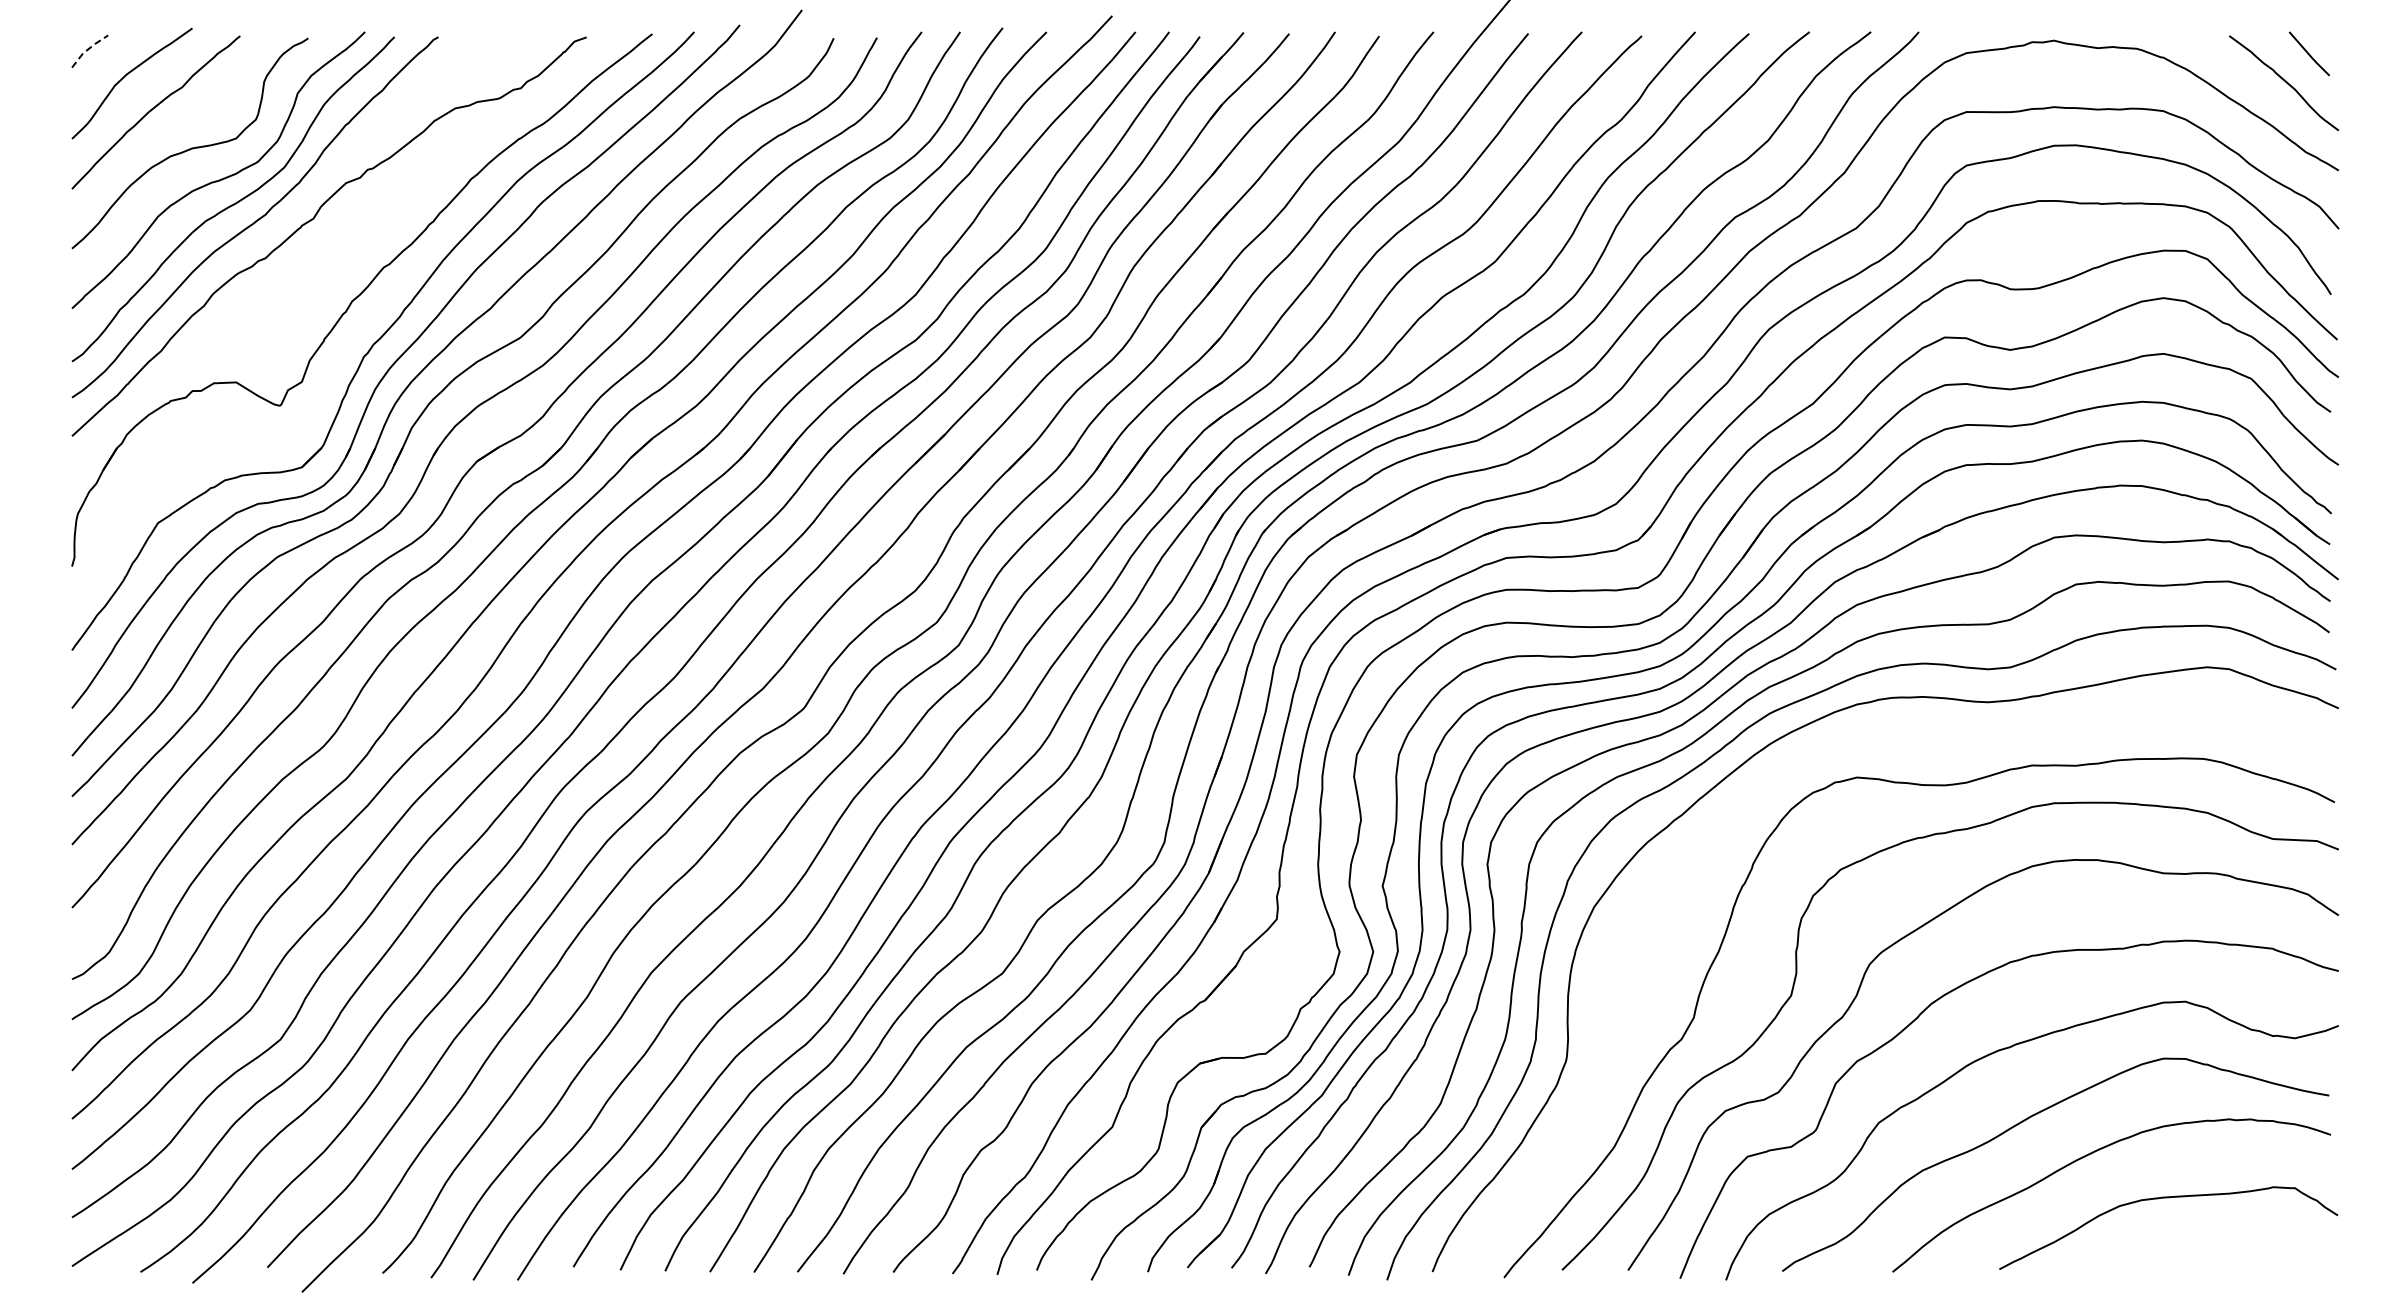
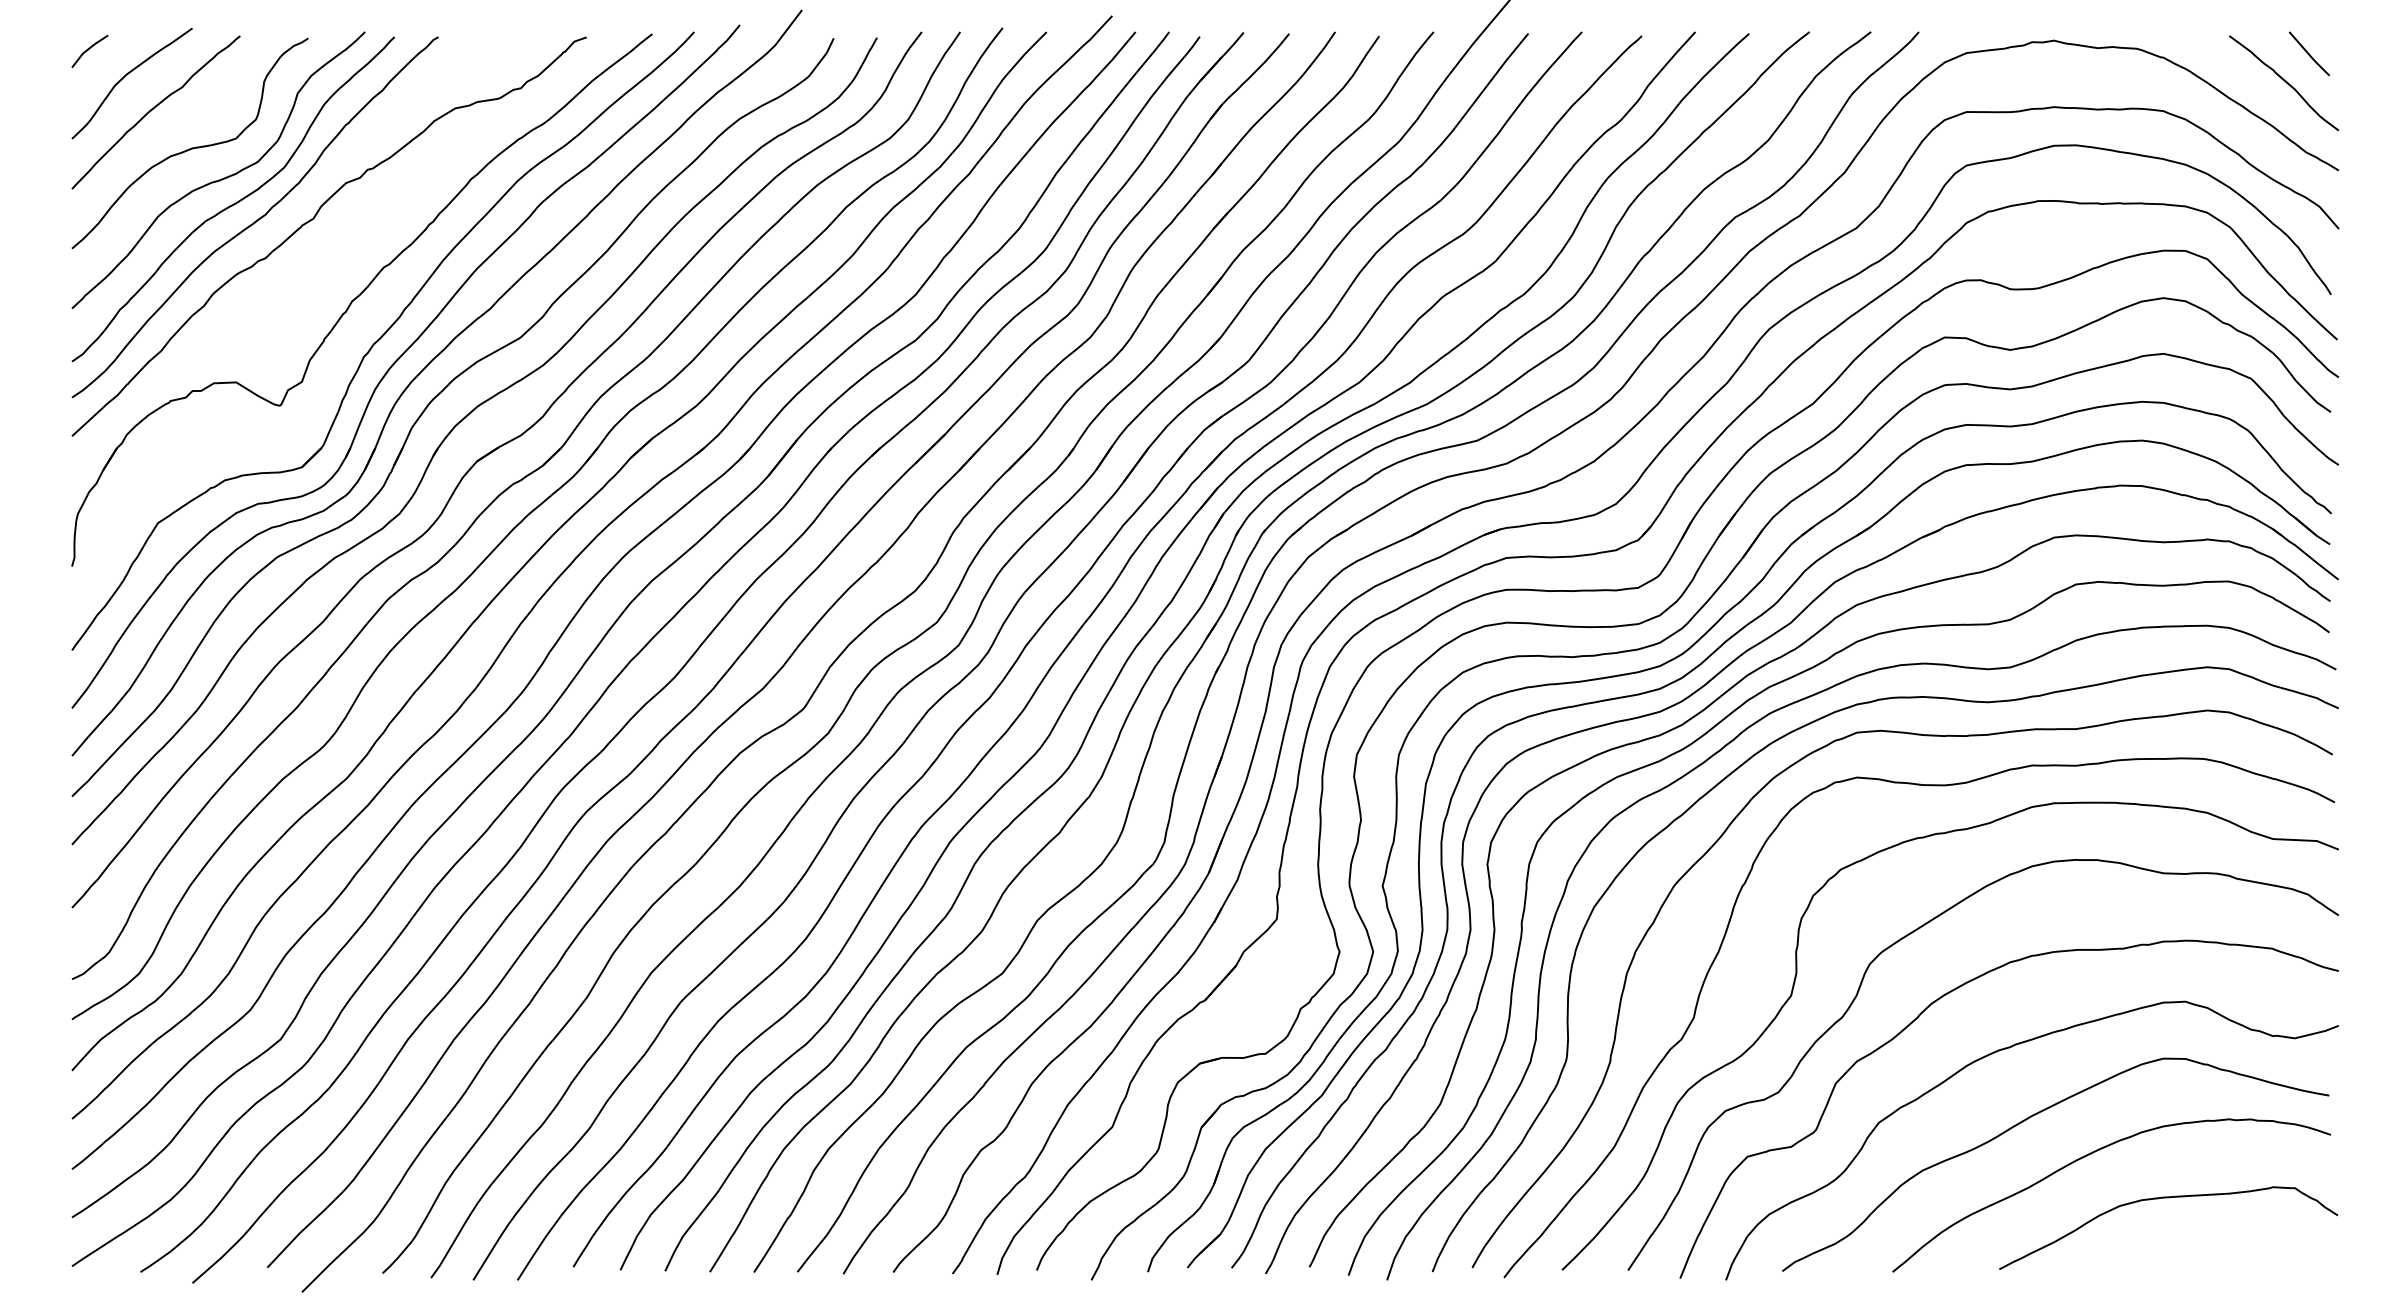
line at (88, 49): dashed -> solid
curve at (1722, 836): none -> present
